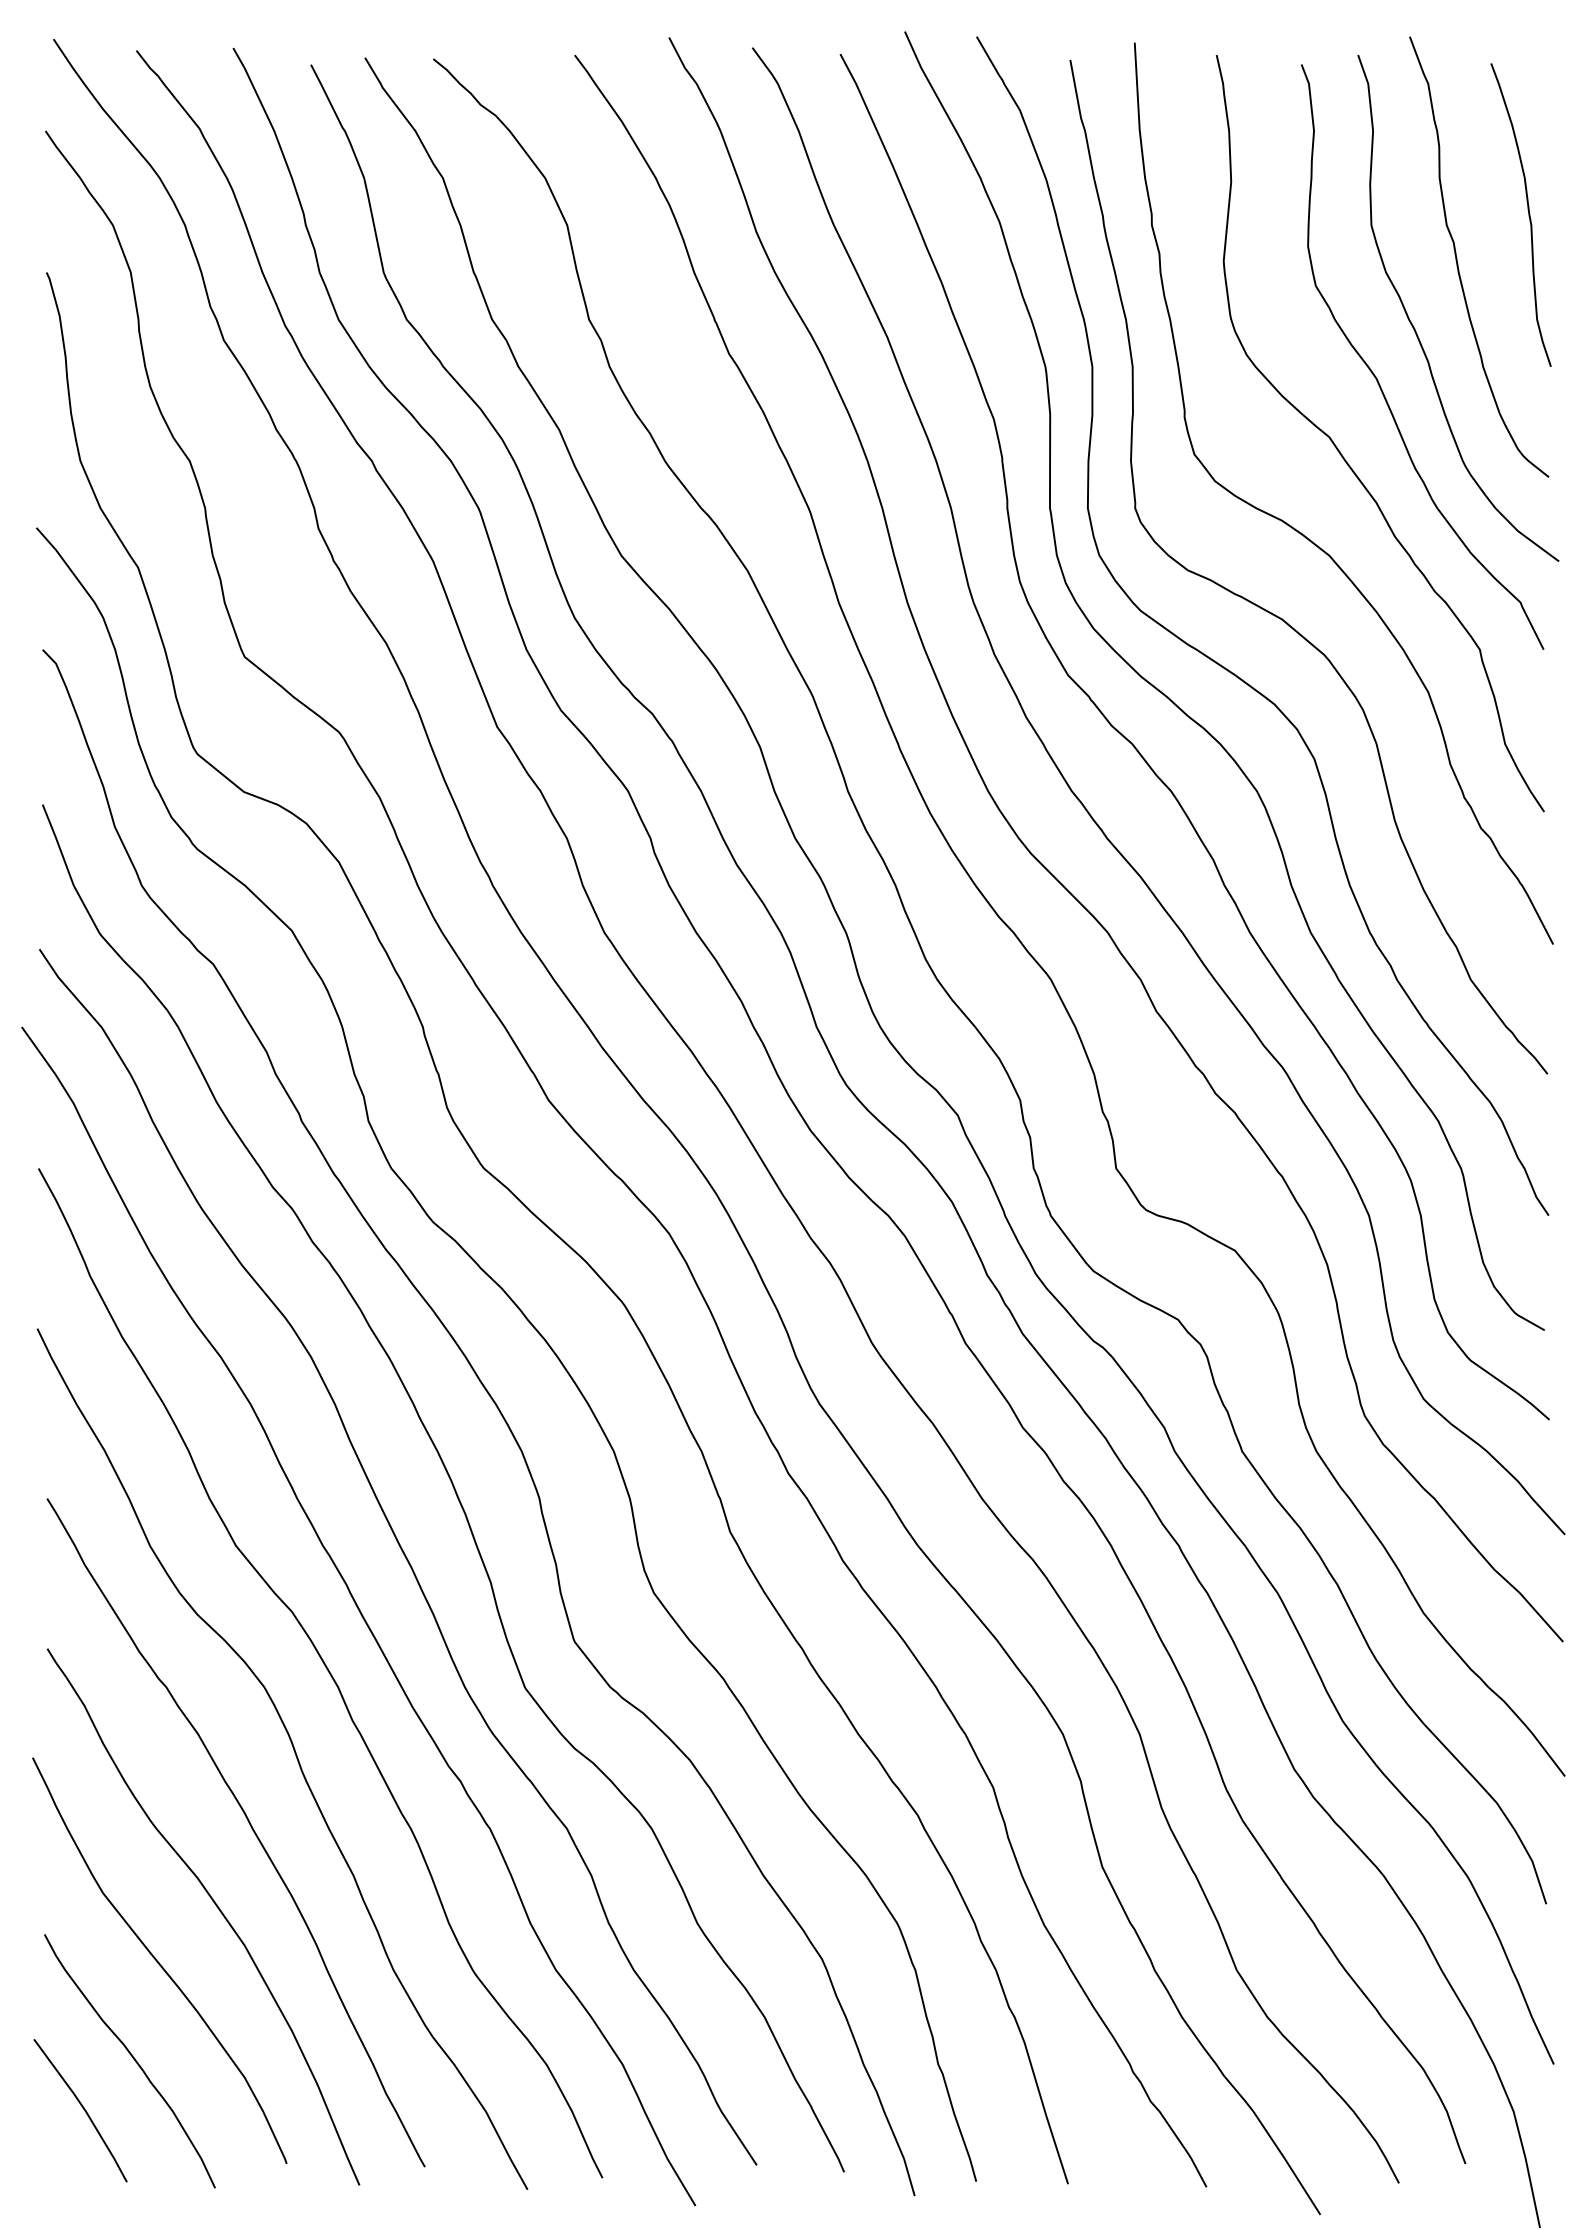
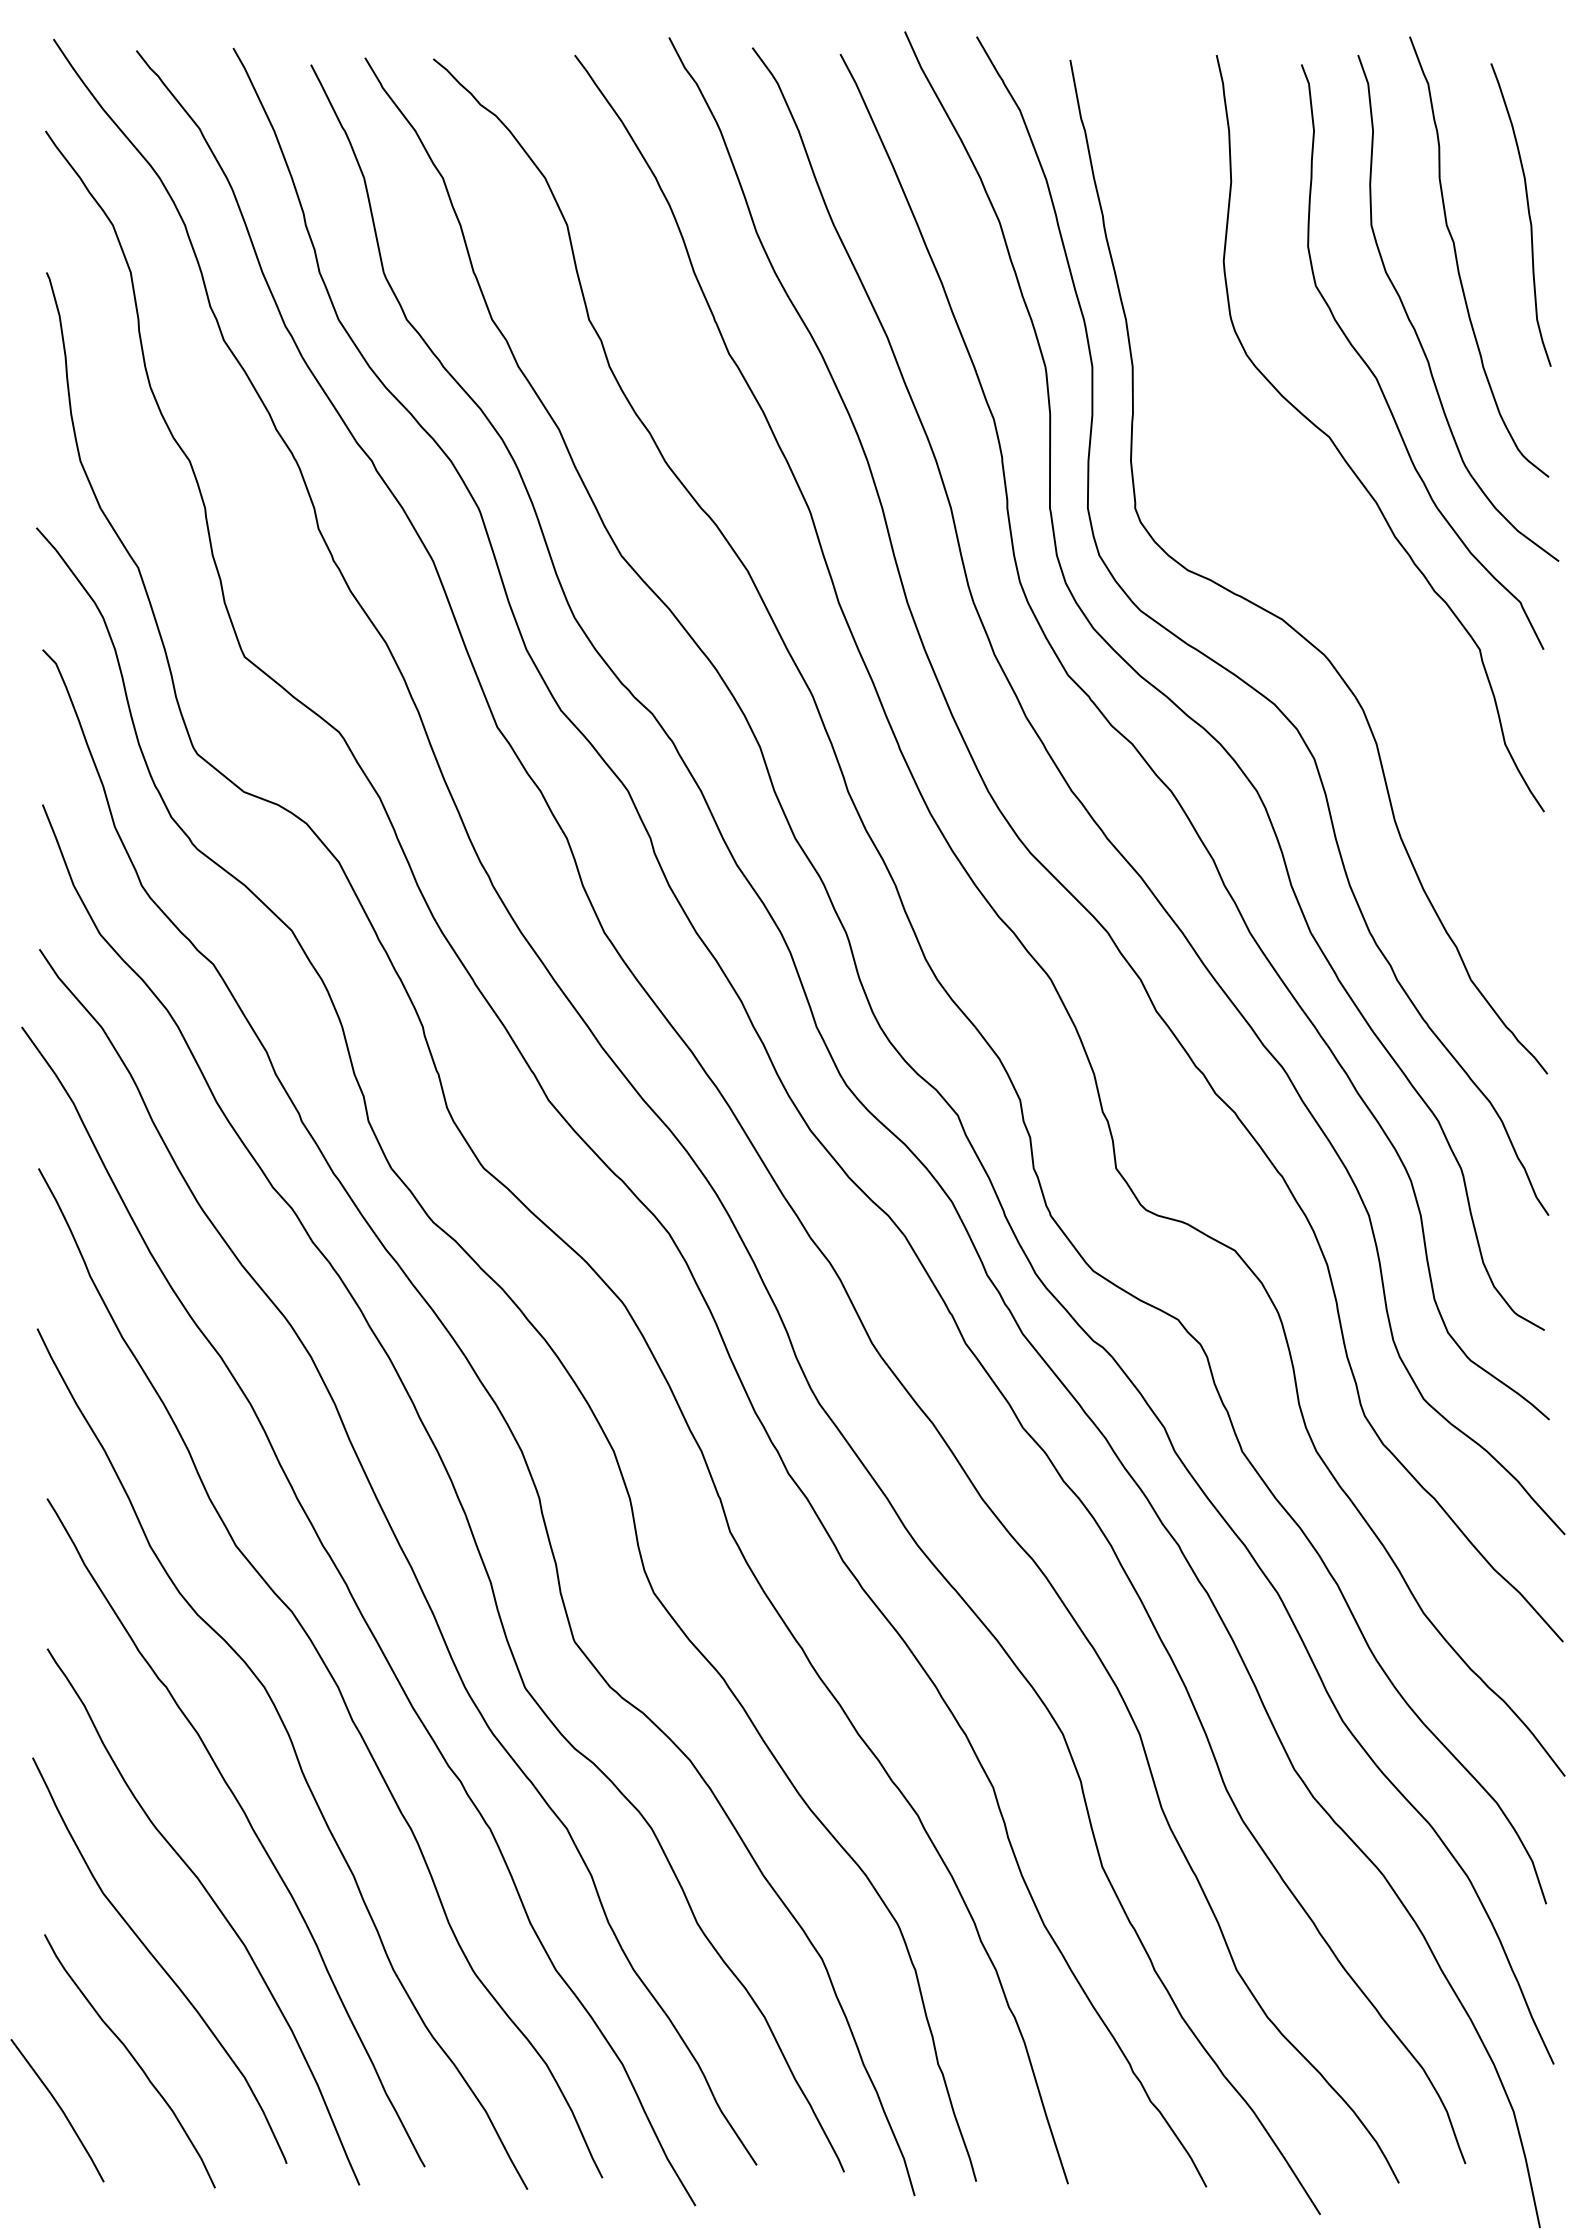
curve at (1309, 538): present -> none
line at (82, 2108) position: (82, 2108) -> (59, 2108)
